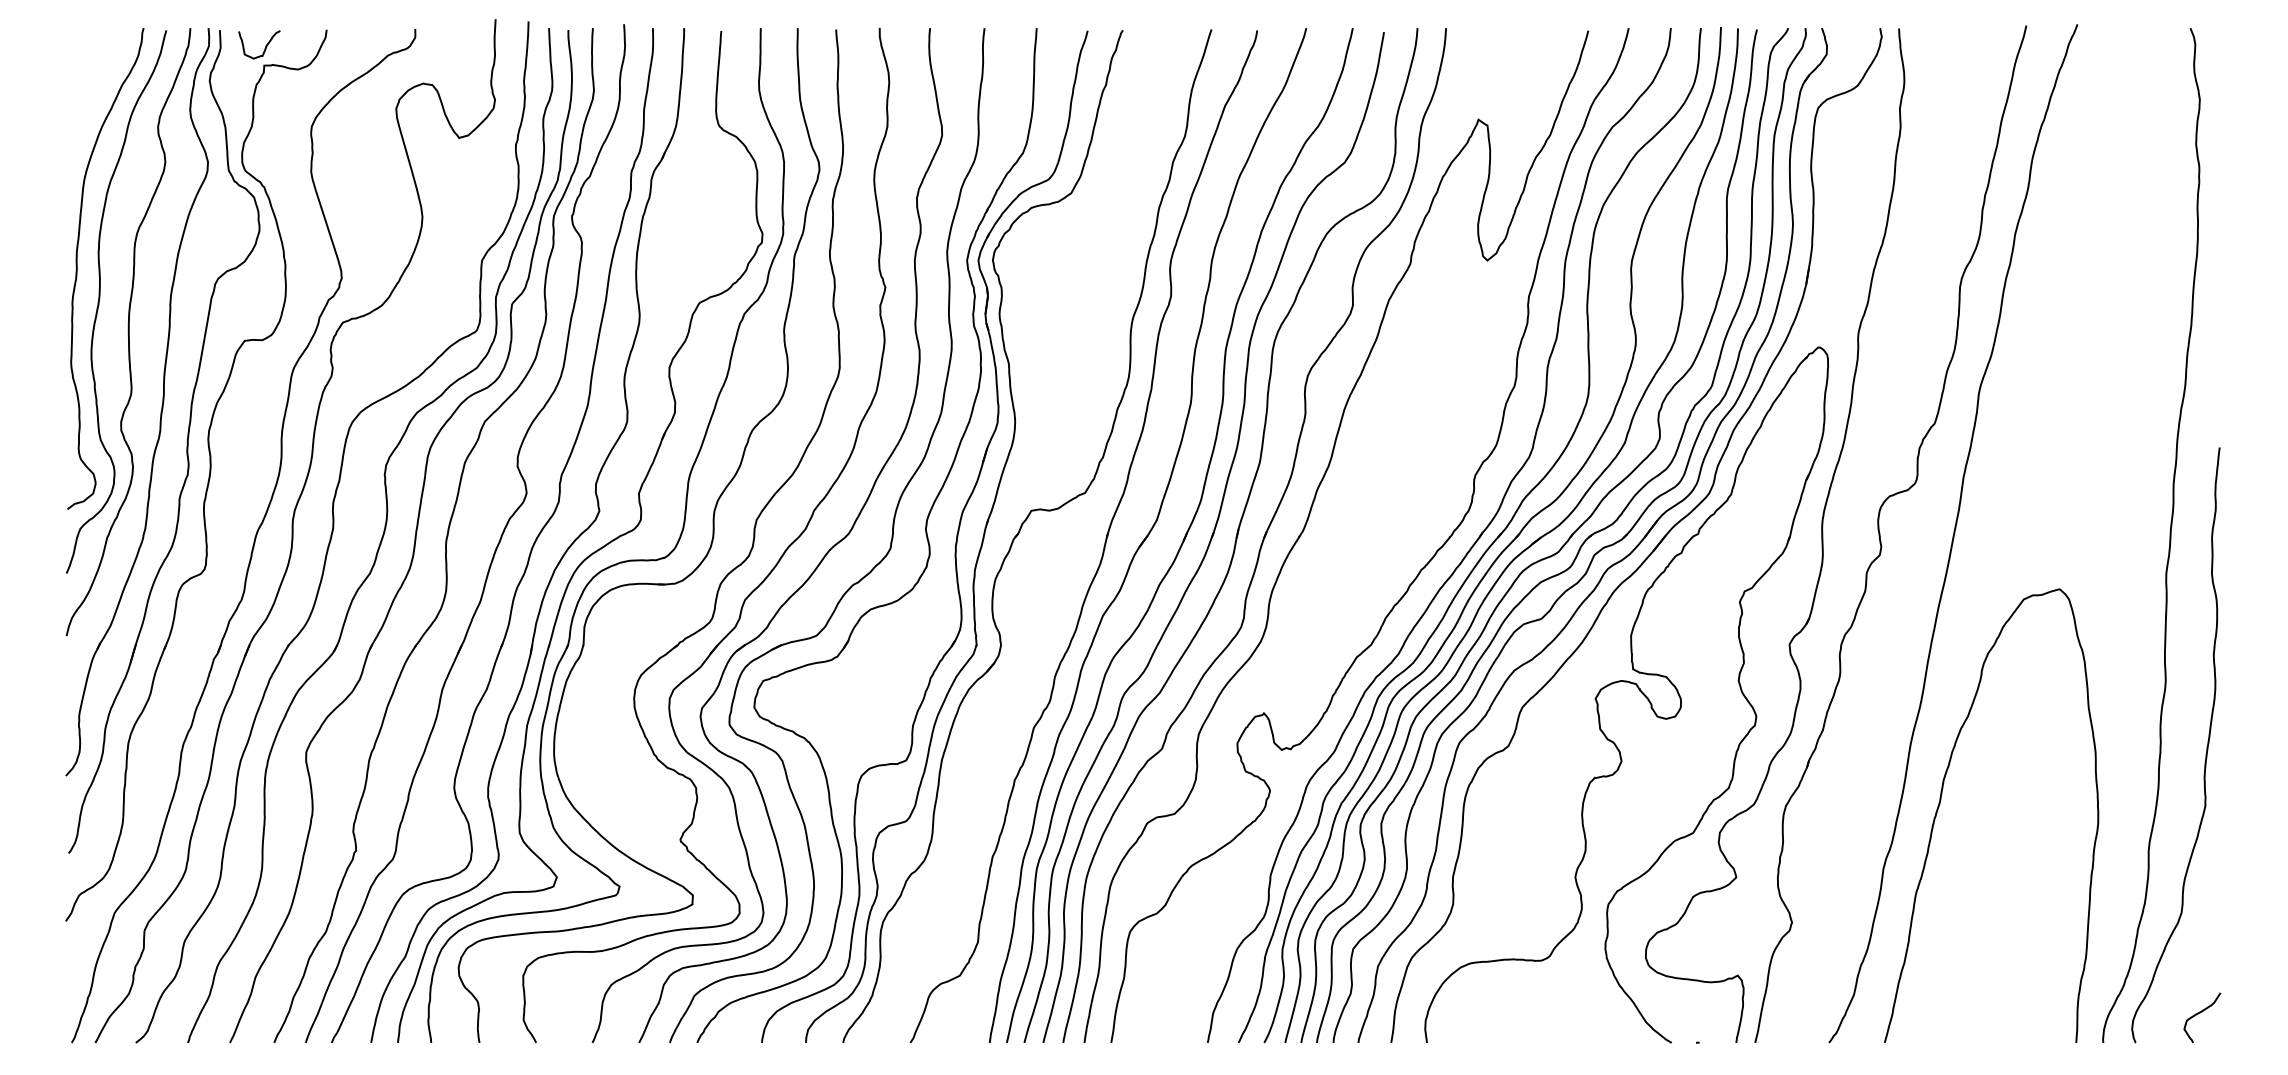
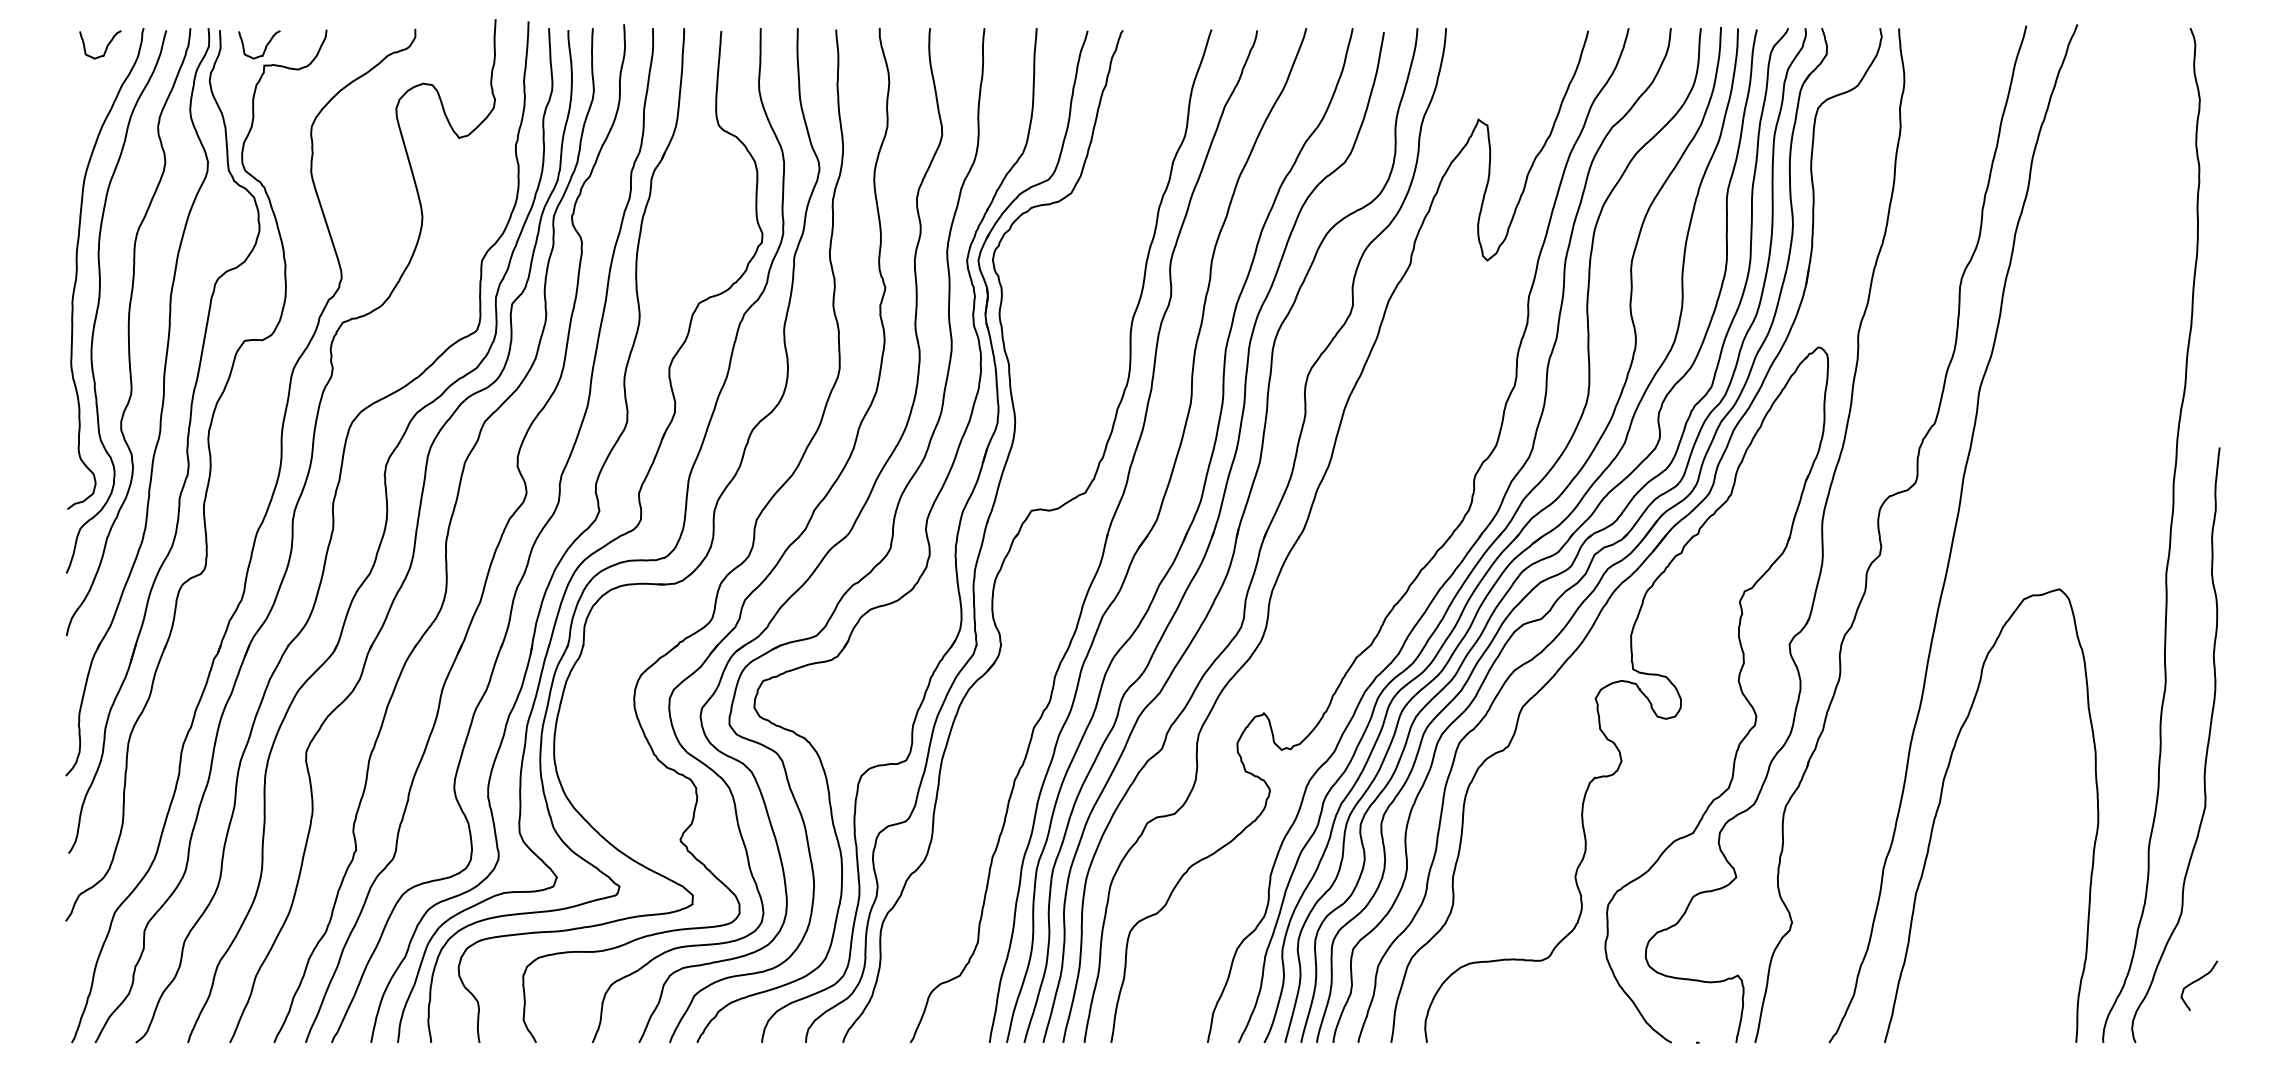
curve at (106, 45): none -> present
curve at (2200, 1013) position: (2200, 1013) -> (2197, 981)
